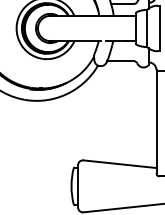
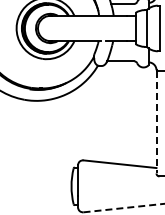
line at (156, 122): solid -> dashed
line at (124, 208): solid -> dashed
